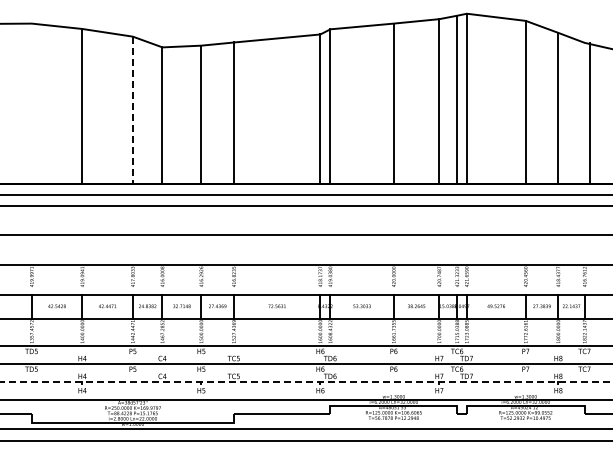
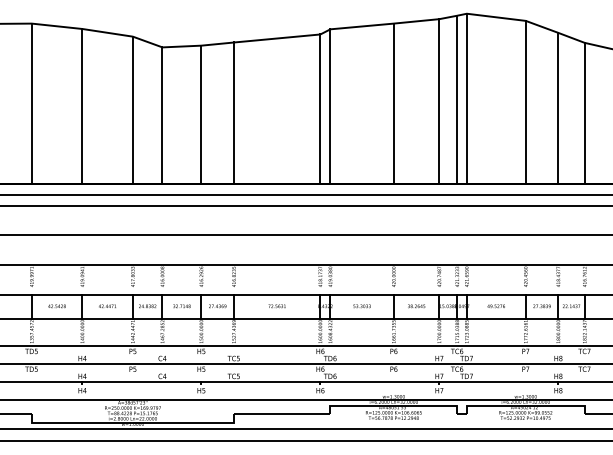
line at (31, 103): none -> present
line at (132, 110): dashed -> solid
line at (589, 113) position: (589, 113) -> (584, 113)
line at (307, 381): dashed -> solid
